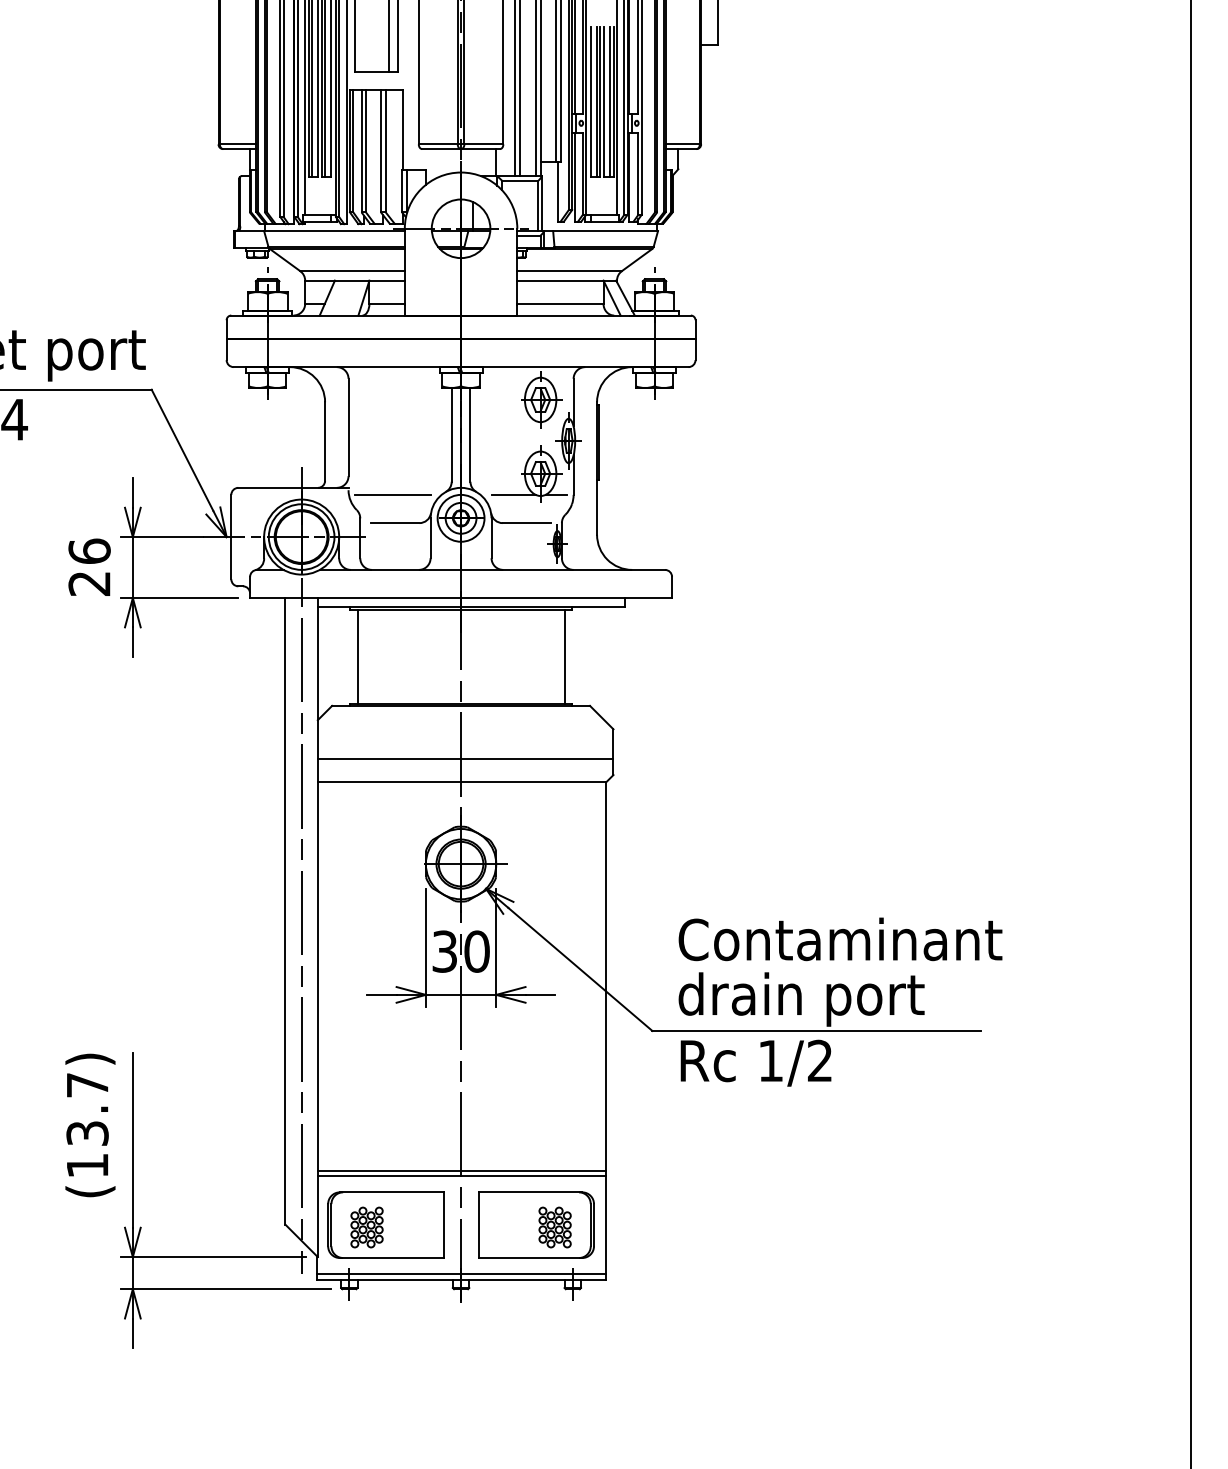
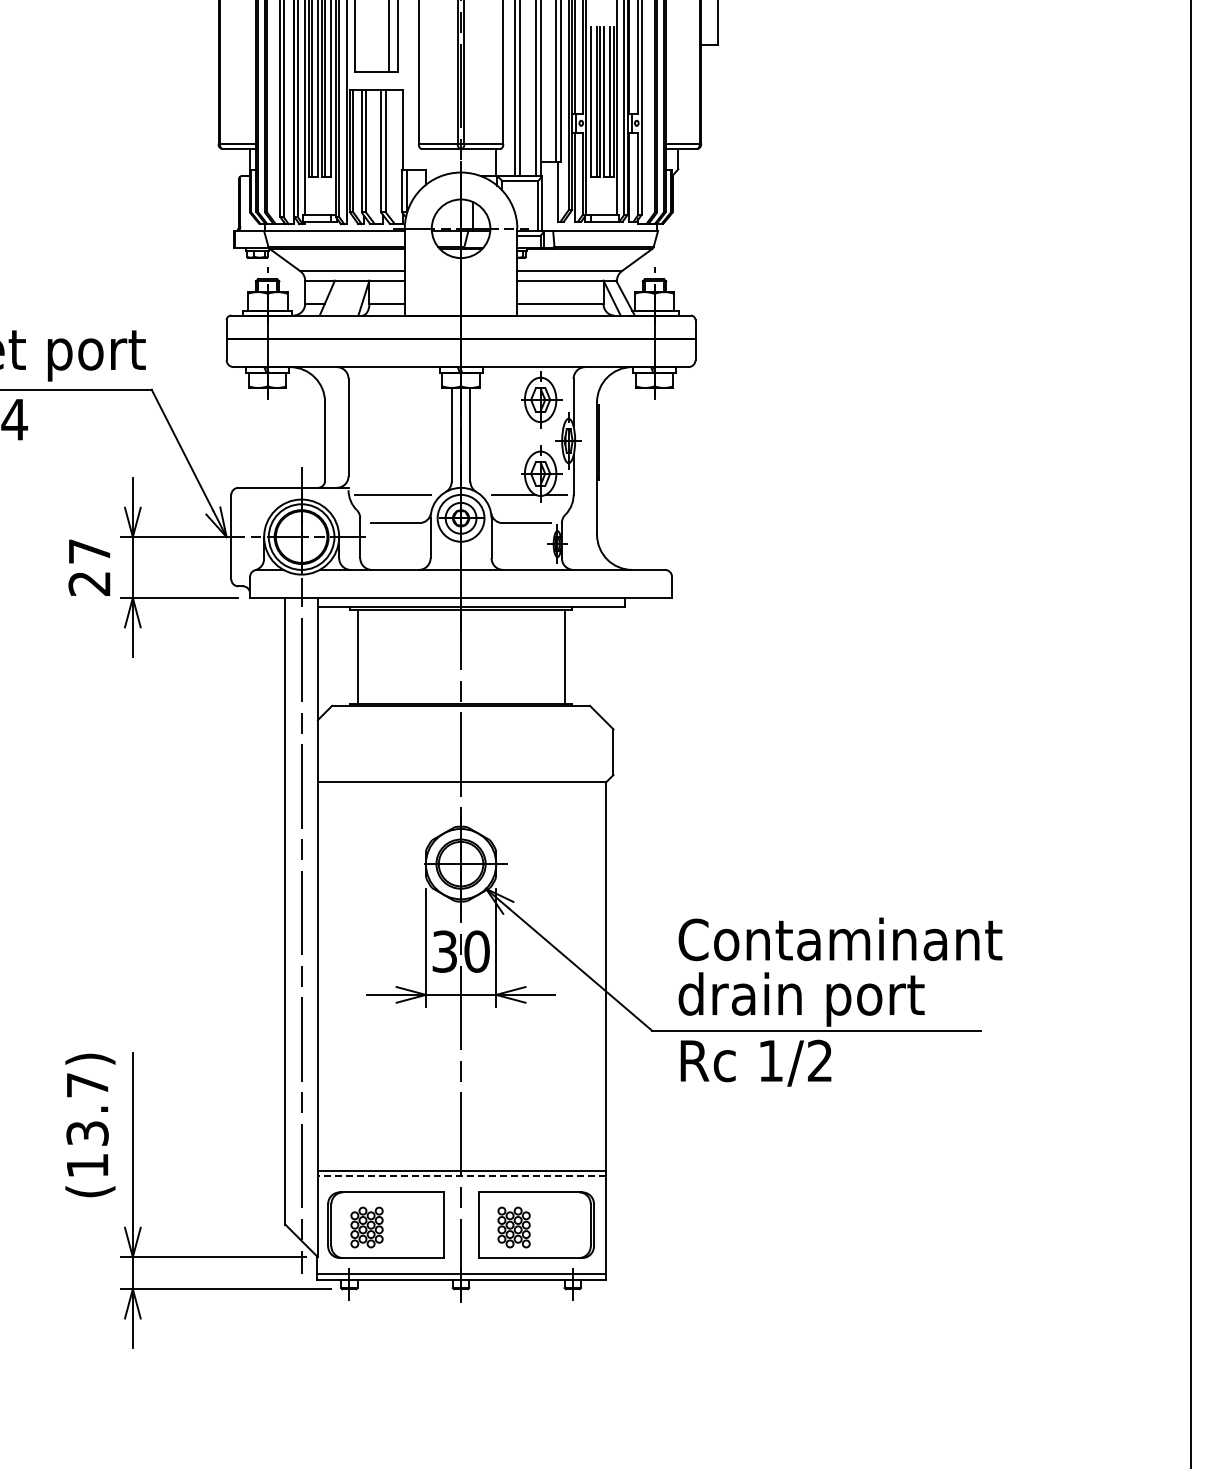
text at (89, 550): 26 -> 27
line at (465, 758): present -> none
line at (461, 1175): solid -> dashed
part at (554, 1227) position: (554, 1227) -> (513, 1227)
